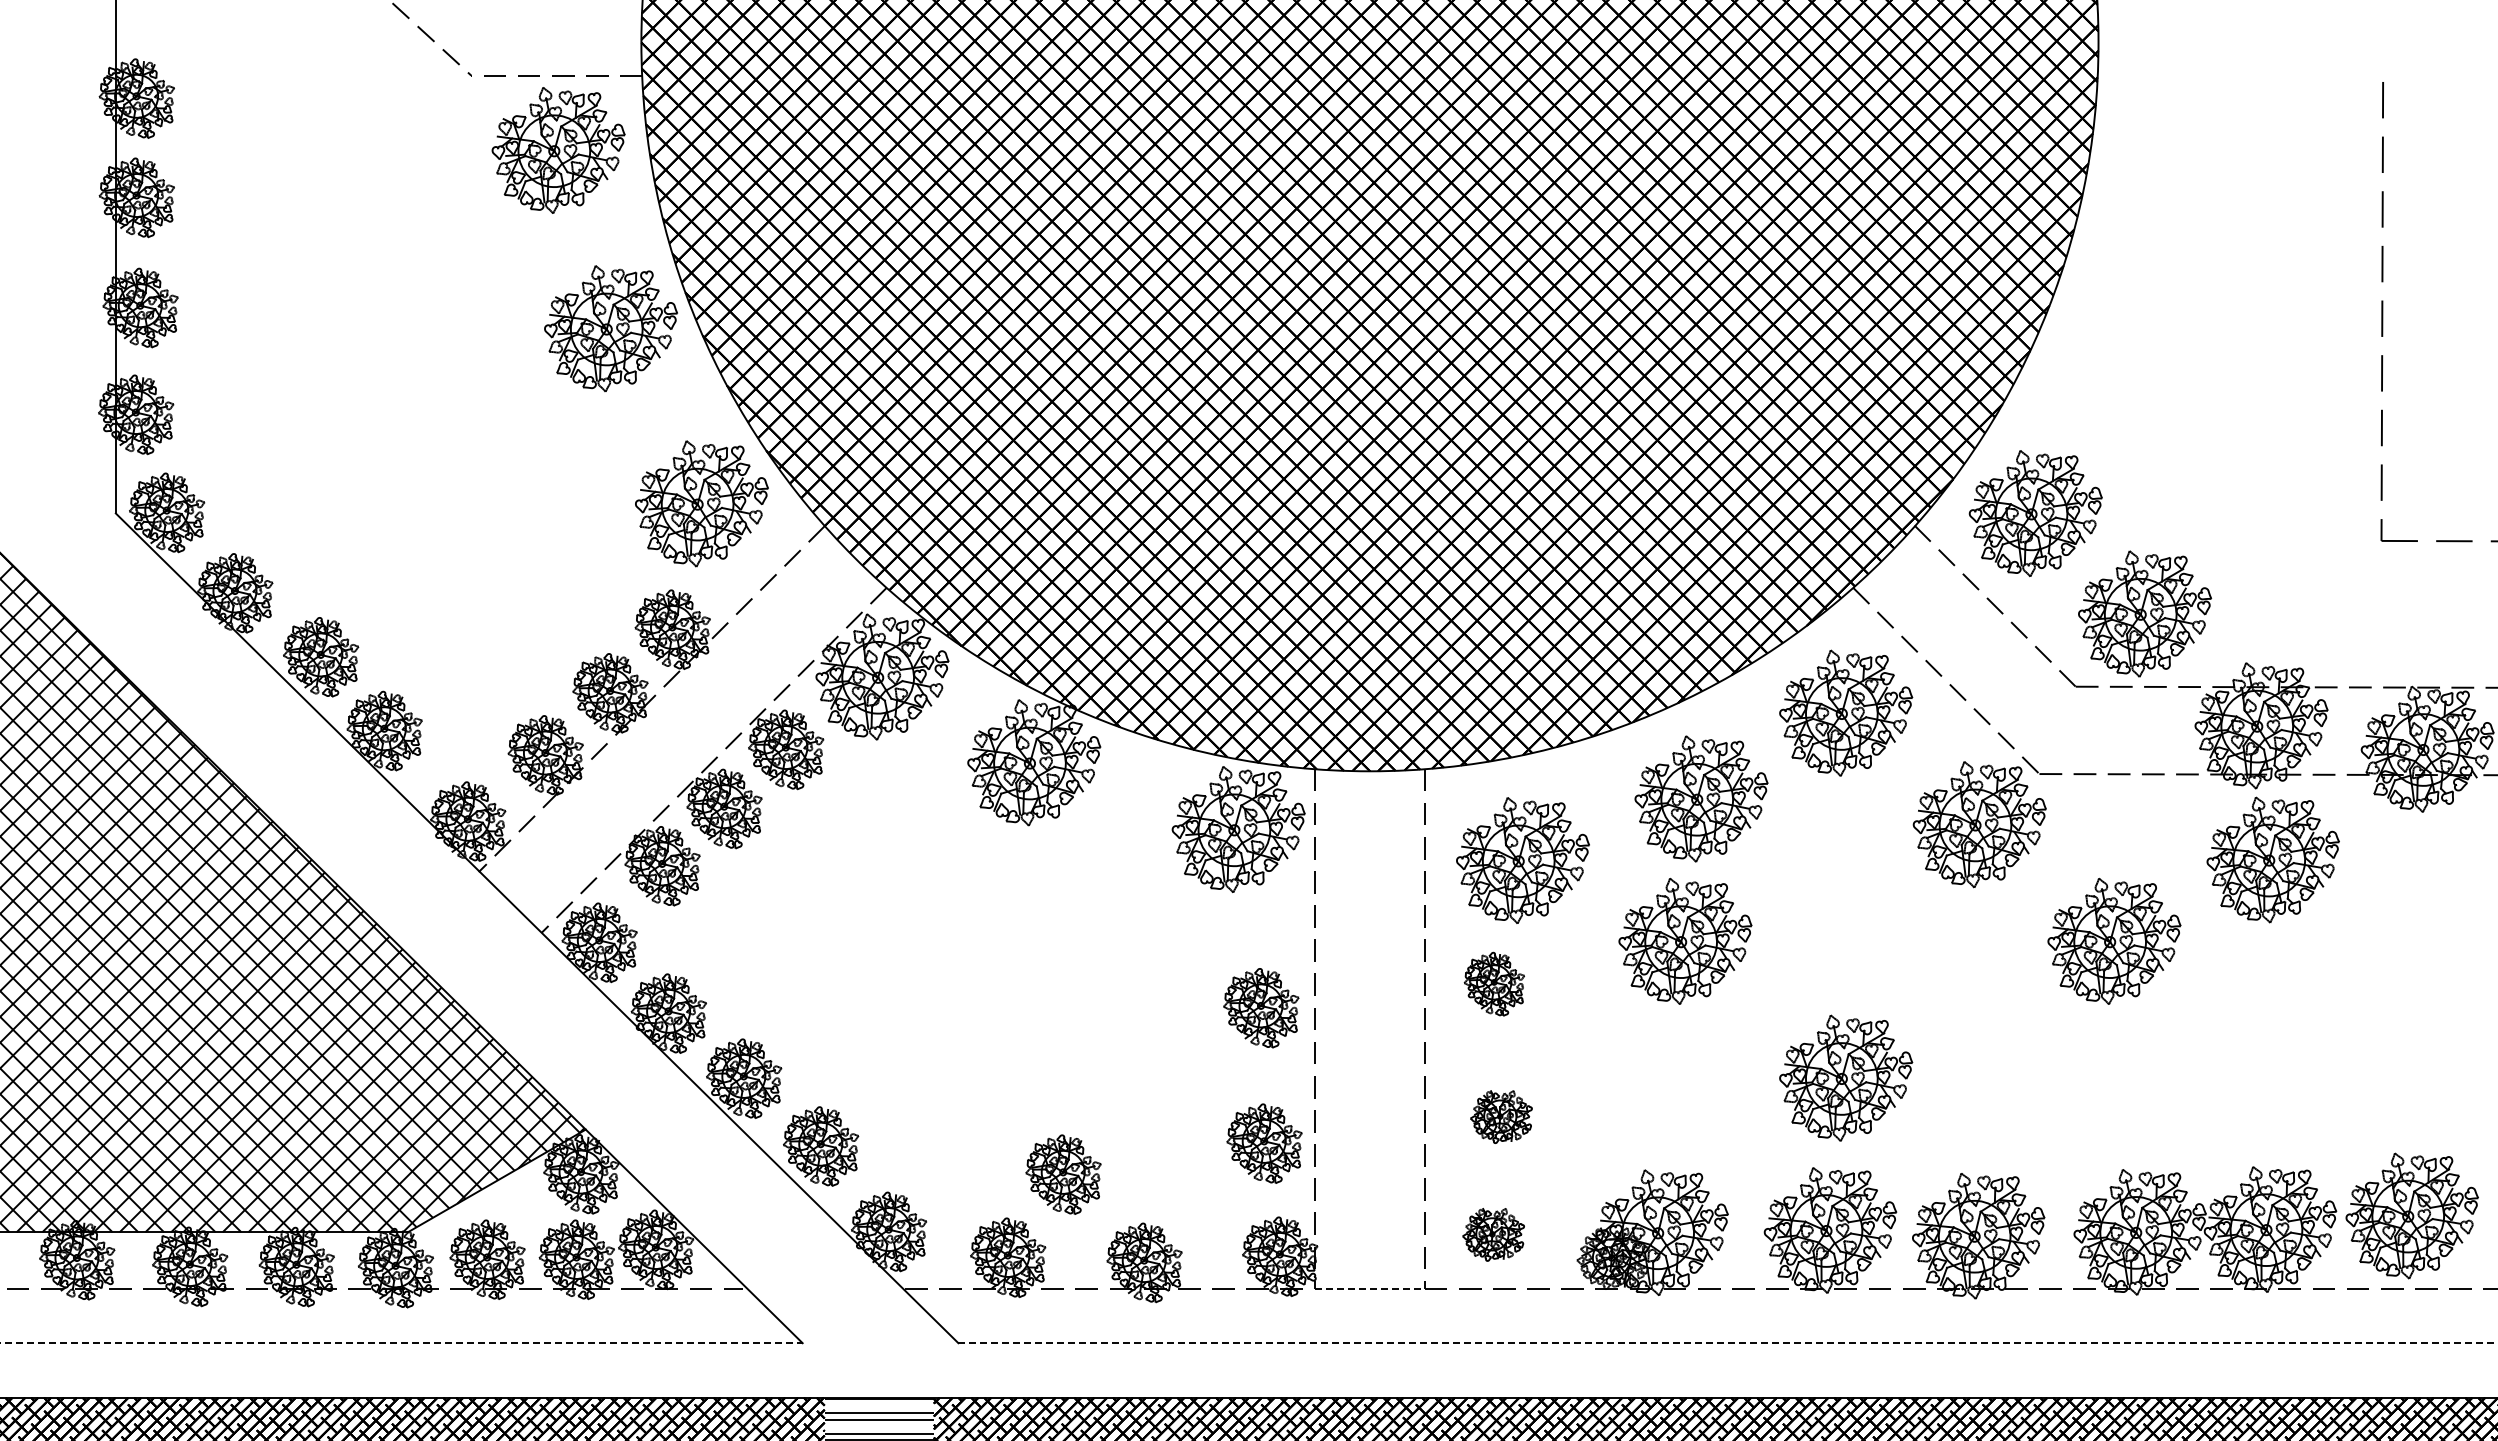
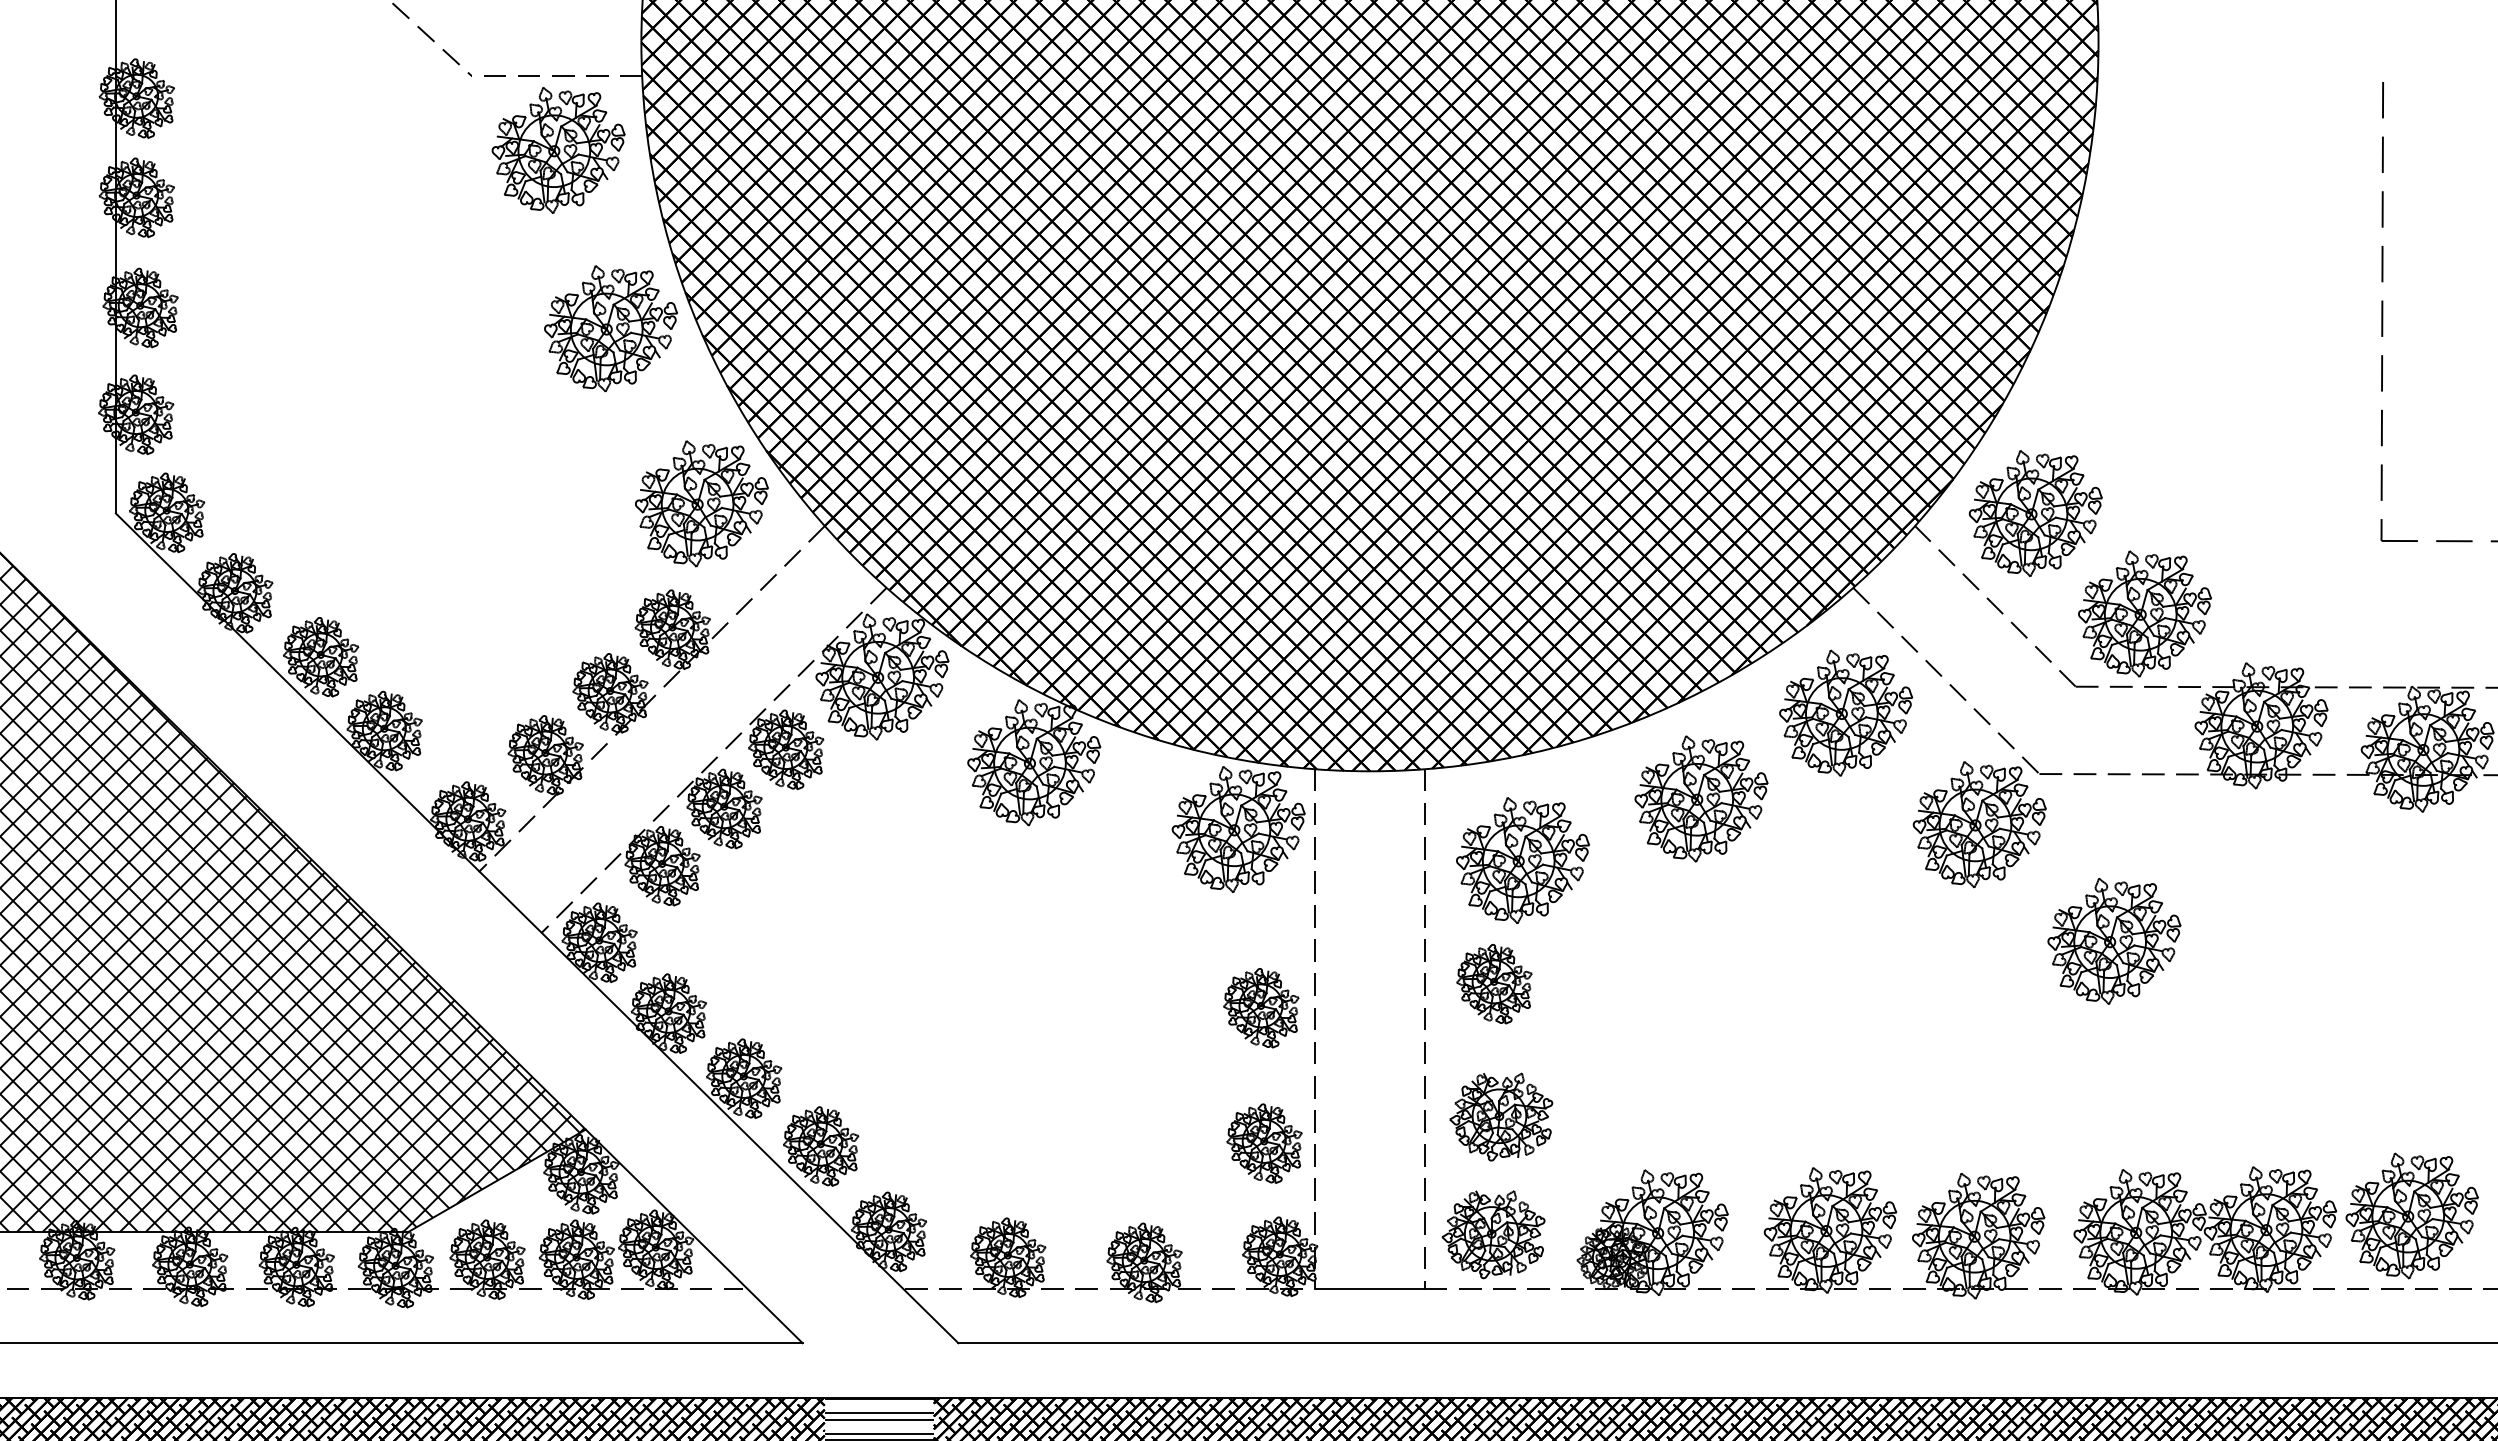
part at (2272, 859): present -> none
part at (1685, 940): present -> none
part at (1493, 983) size: 62x66 px -> 77x81 px
part at (1846, 1077): present -> none
part at (1501, 1116) size: 63x54 px -> 105x90 px
part at (1063, 1174): present -> none
part at (1493, 1234) size: 63x54 px -> 105x90 px
line at (1369, 1288): dashed -> solid
line at (401, 1343): dashed -> solid
line at (1728, 1343): dashed -> solid
